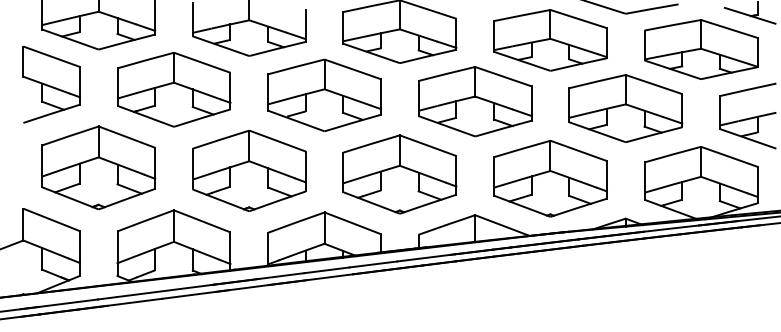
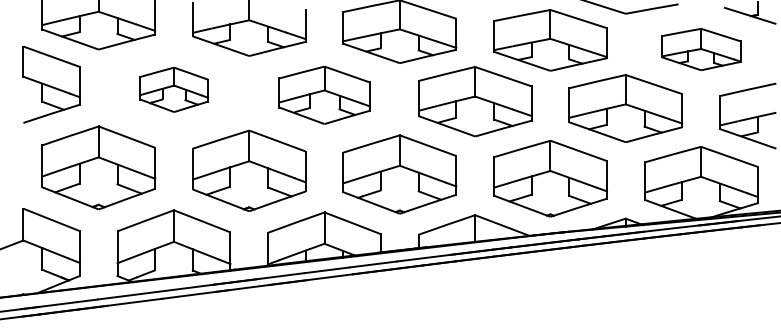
part at (701, 49) size: 115x61 px -> 81x43 px
part at (174, 89) size: 115x76 px -> 71x47 px
part at (324, 94) size: 115x74 px -> 93x60 px
